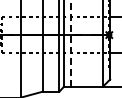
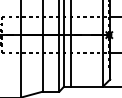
line at (71, 43): dashed -> solid
